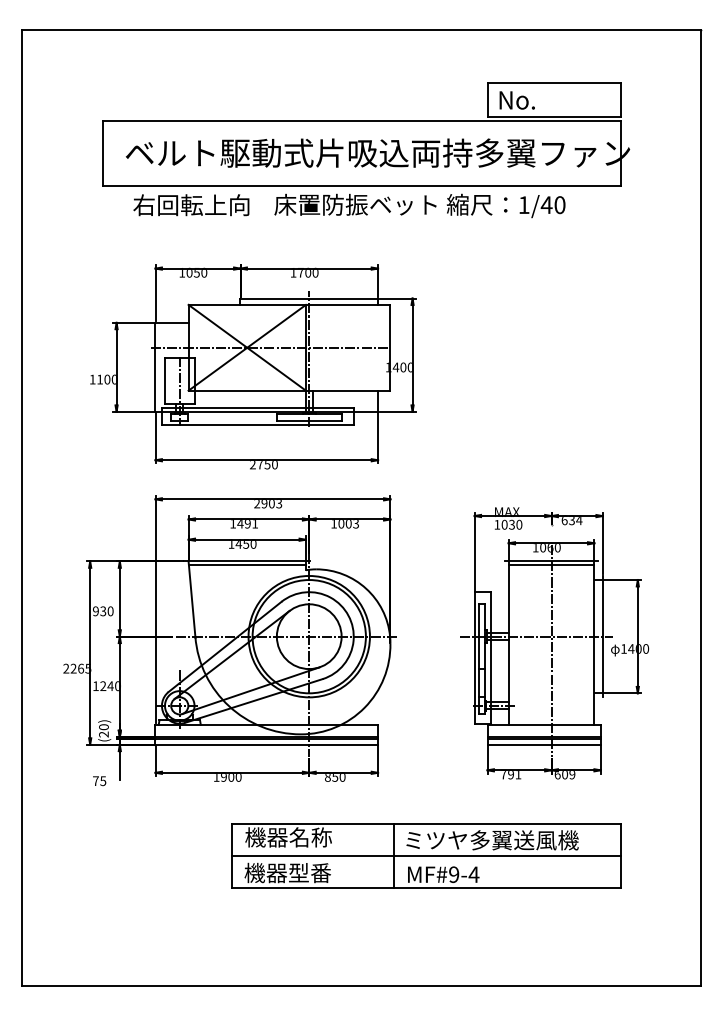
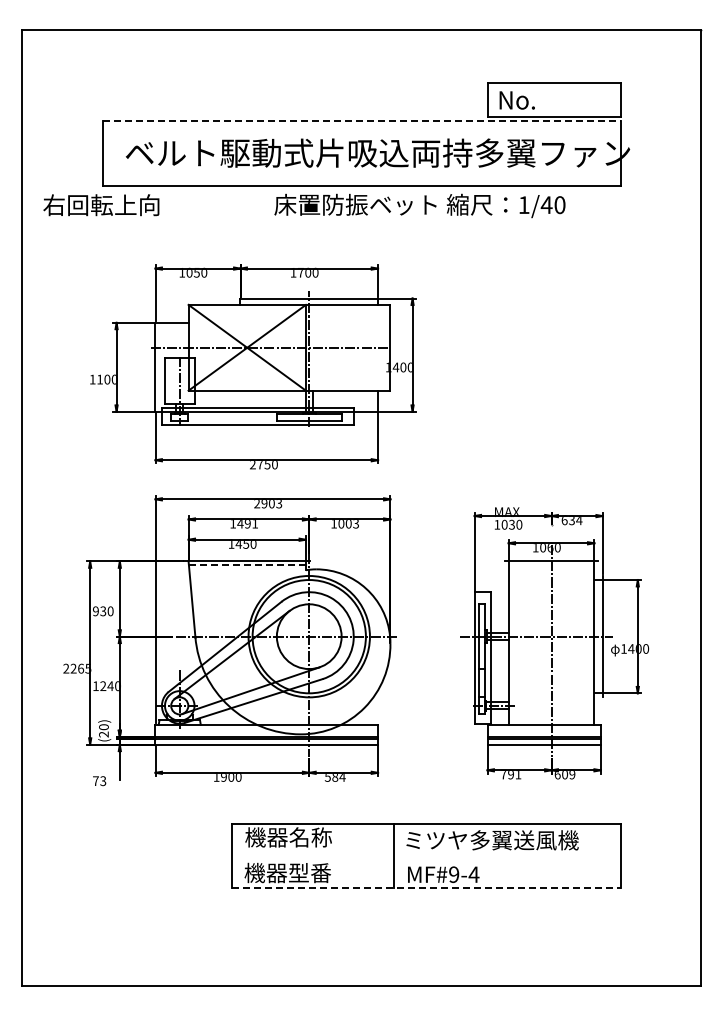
line at (361, 121): solid -> dashed
text at (191, 205) position: (191, 205) -> (101, 205)
line at (246, 565): solid -> dashed
line at (551, 565): present -> none
text at (334, 777): 850 -> 584
text at (103, 780): 75 -> 73
line at (426, 856): present -> none
line at (426, 888): solid -> dashed
